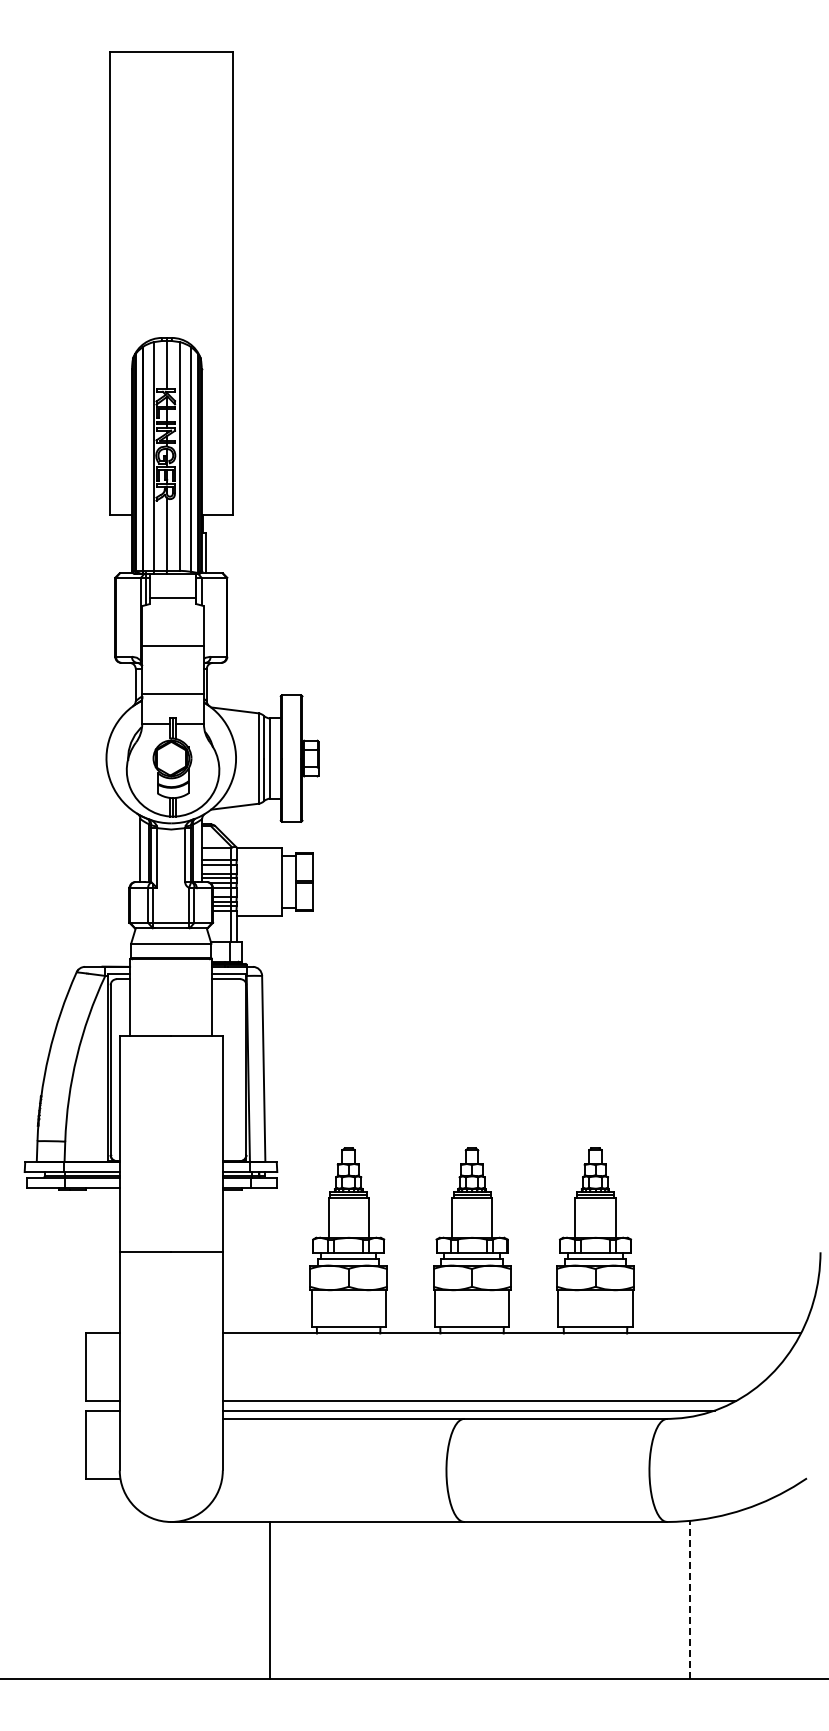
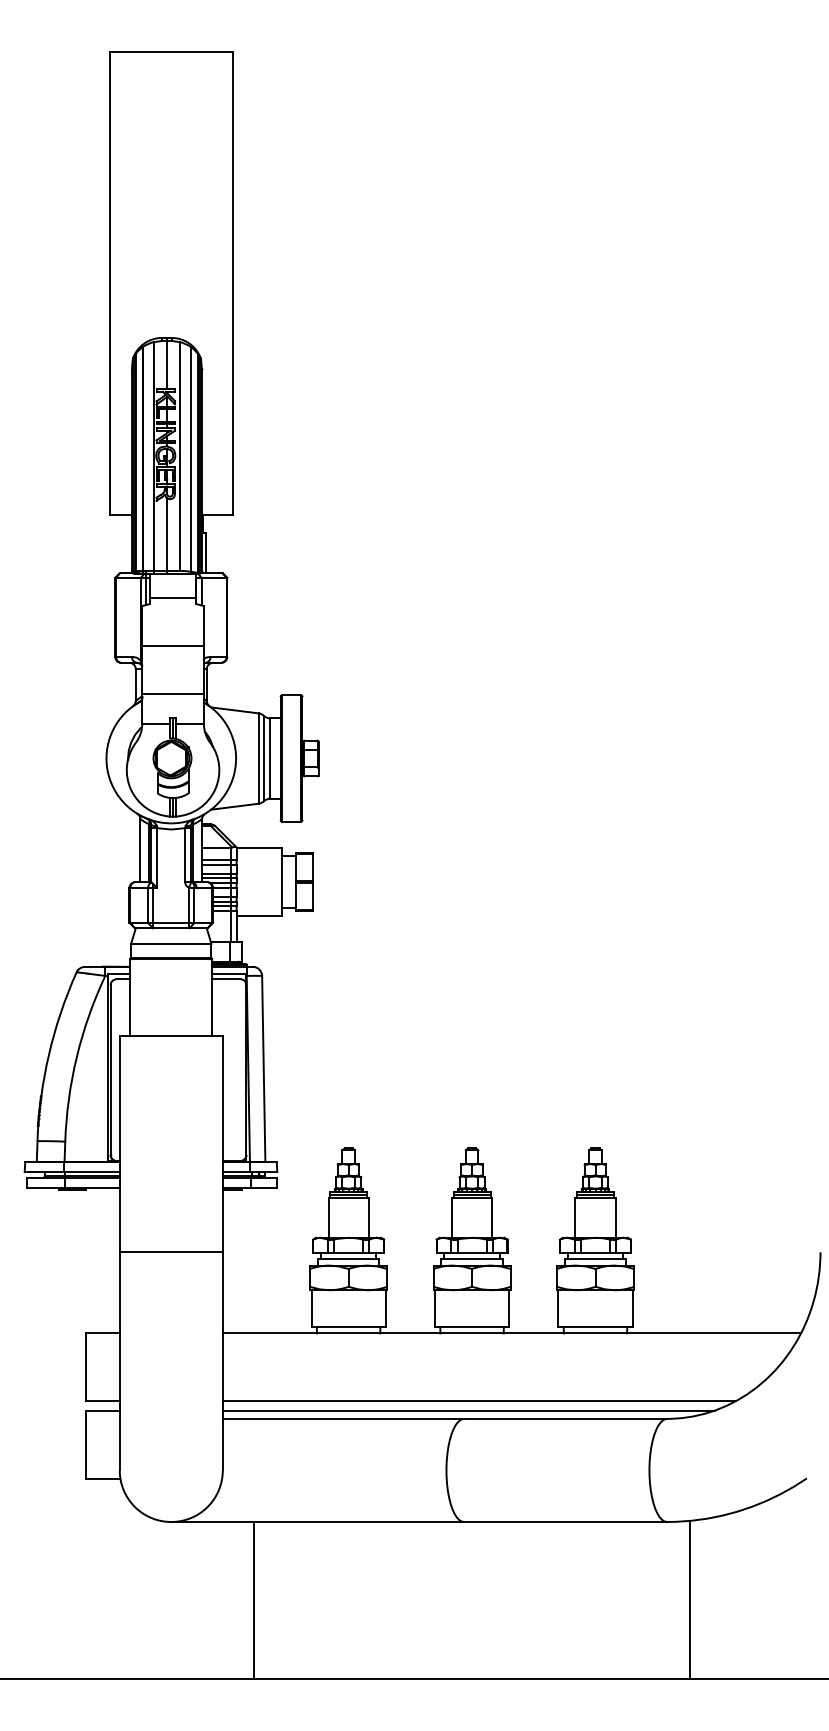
line at (690, 1599): dashed -> solid
line at (270, 1600) position: (270, 1600) -> (254, 1600)
